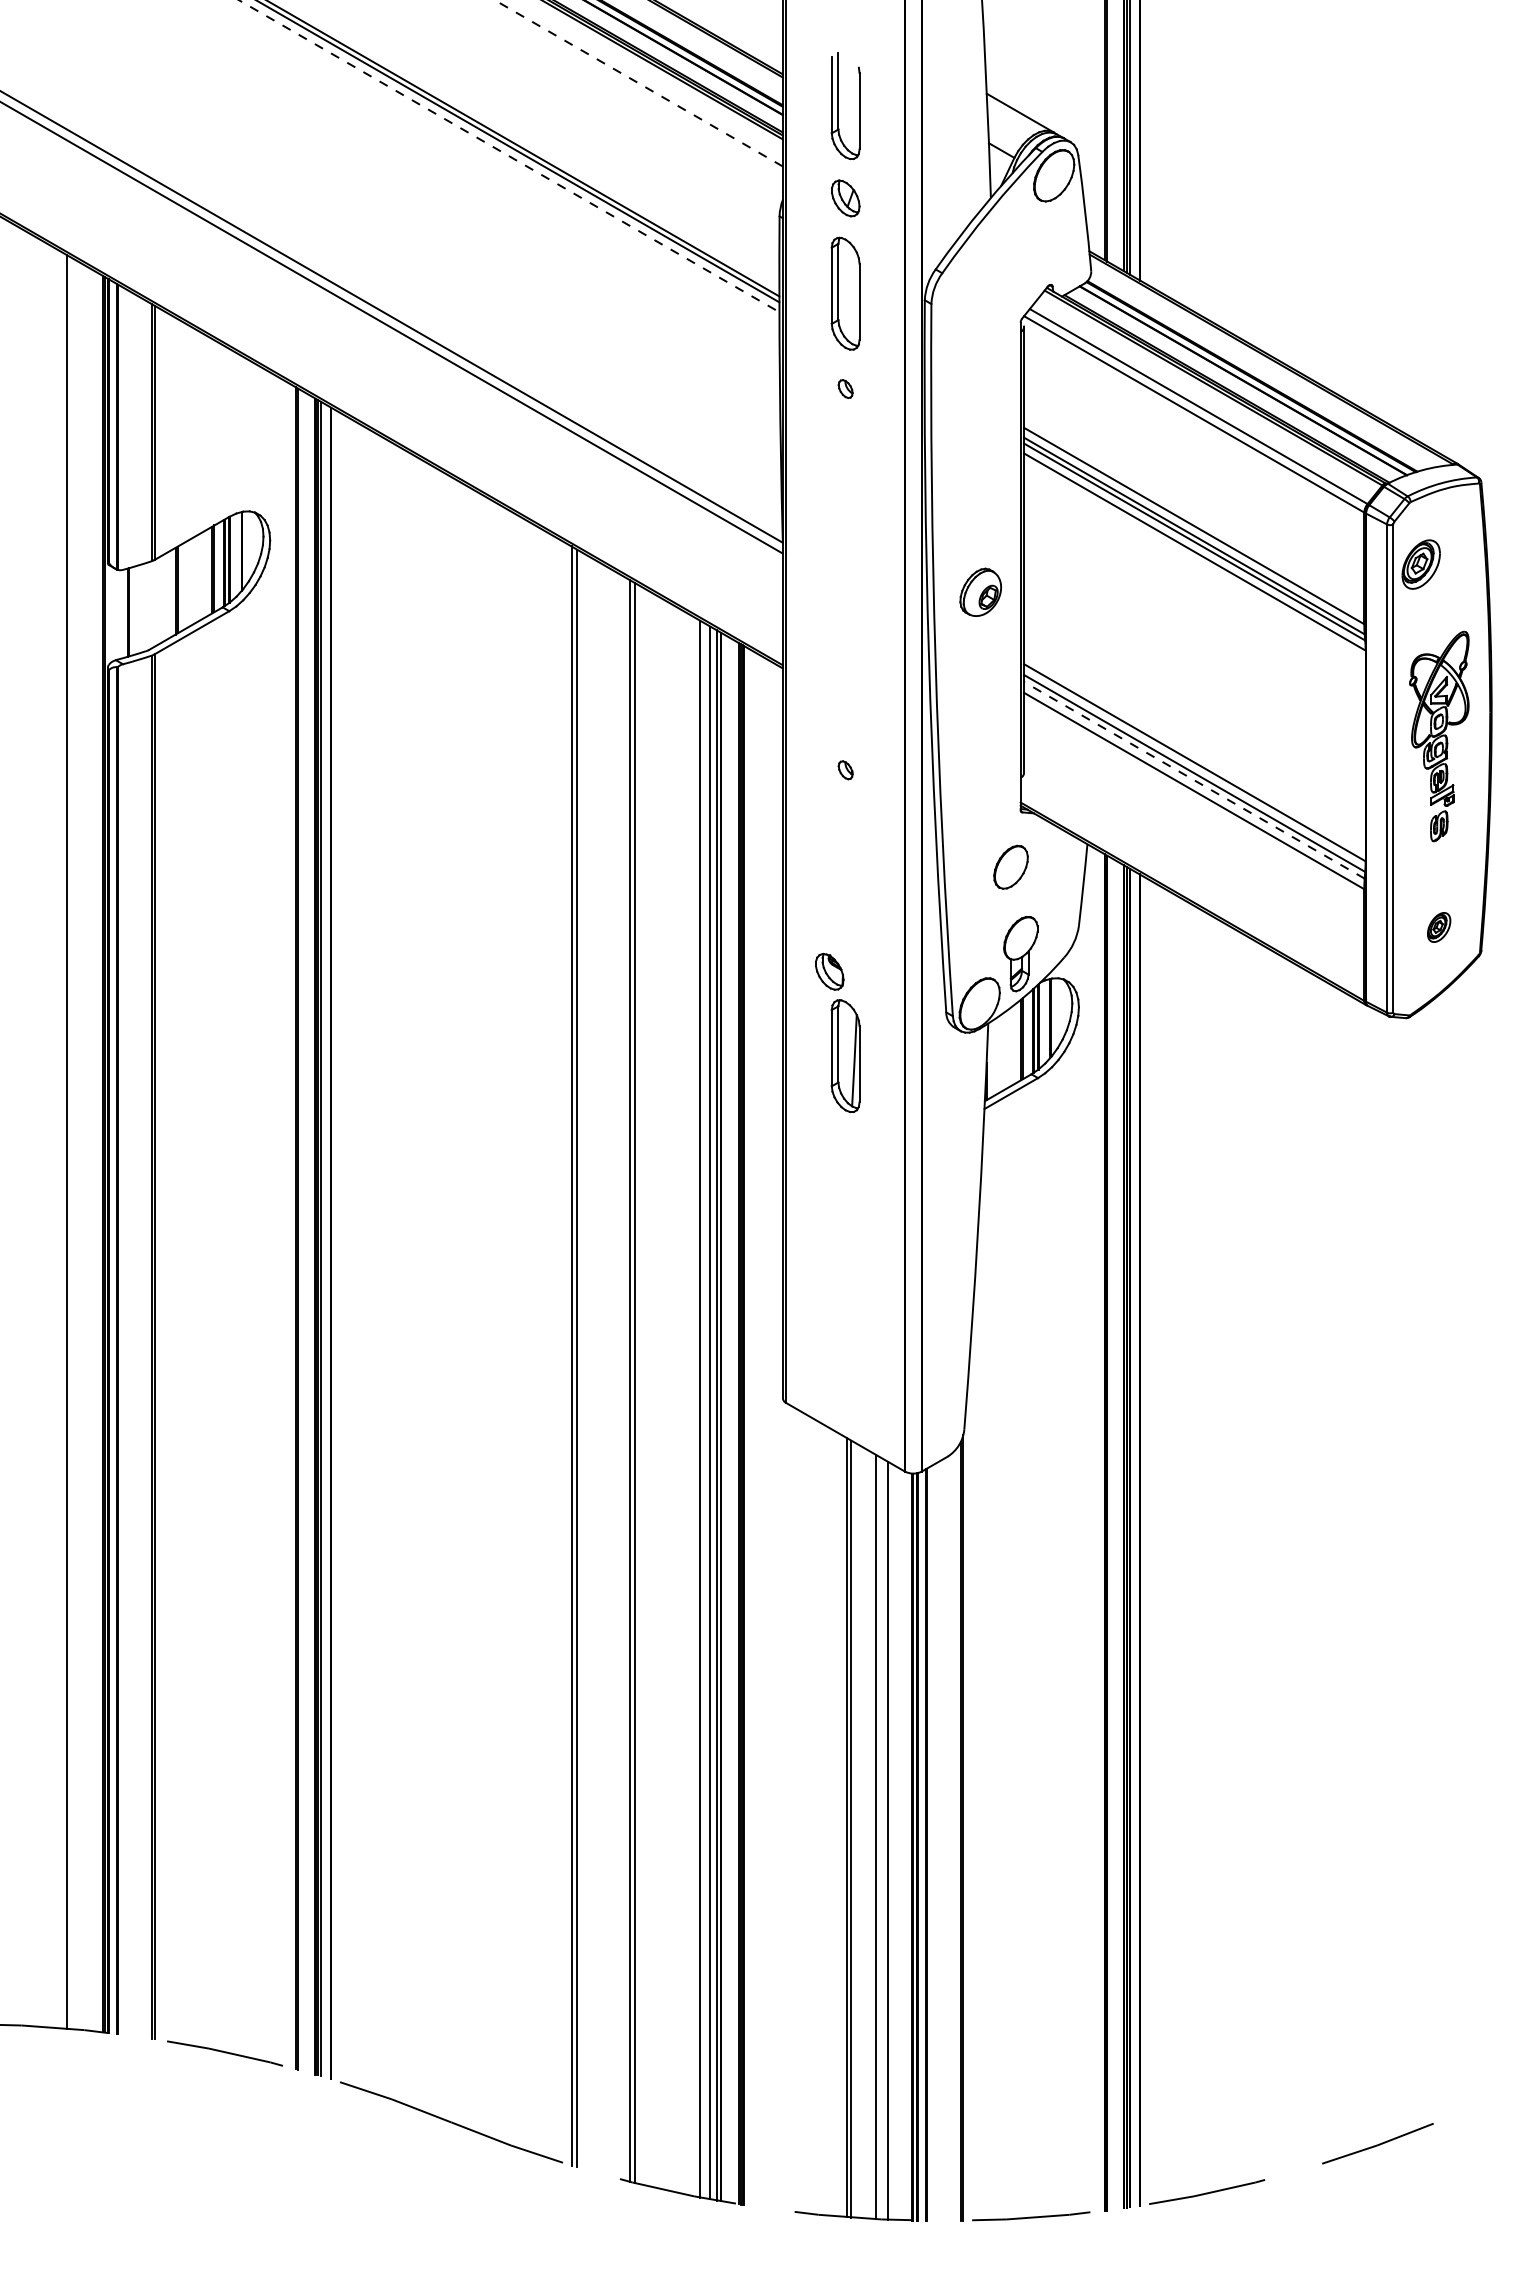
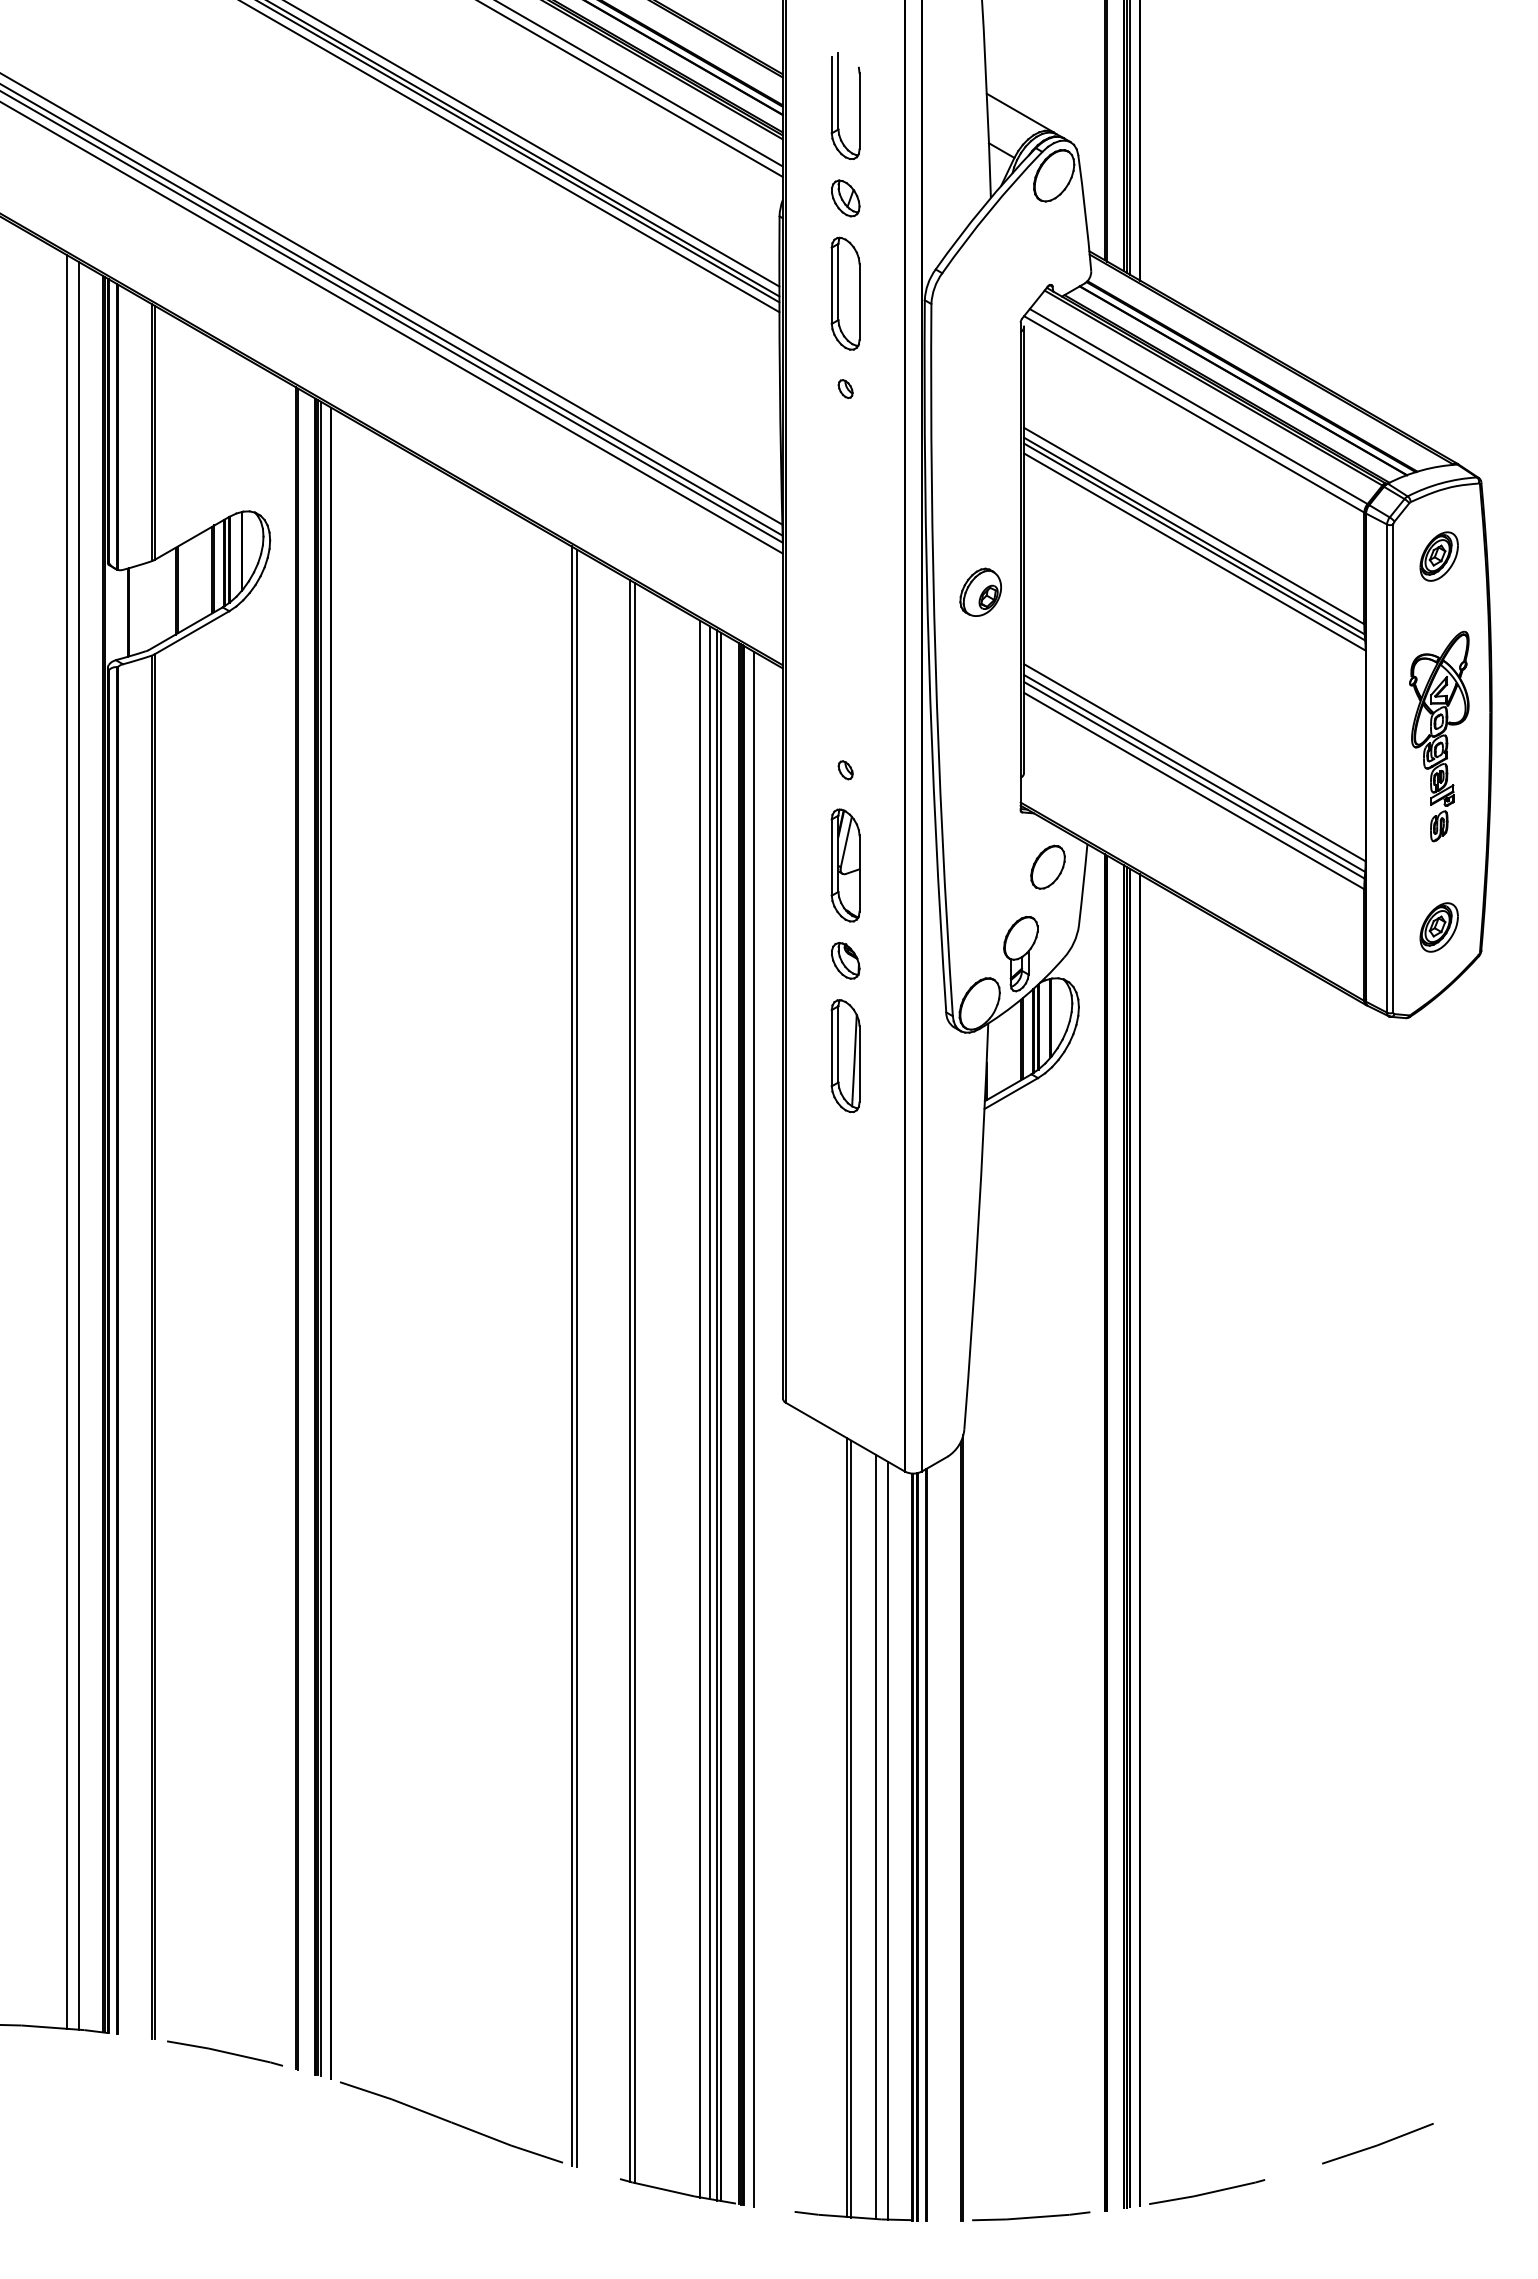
line at (638, 83): dashed -> solid
line at (631, 89): none -> present
line at (533, 144): none -> present
line at (509, 156): dashed -> solid
line at (392, 299): none -> present
line at (392, 310): none -> present
part at (1420, 564) position: (1420, 564) -> (1438, 556)
line at (1194, 780): dashed -> solid
part at (845, 865): none -> present
part at (1010, 866) position: (1010, 866) -> (1047, 866)
part at (1439, 927) size: 25x31 px -> 40x51 px
part at (829, 971) position: (829, 971) -> (845, 960)
line at (78, 1145): none -> present
line at (753, 1428): none -> present
